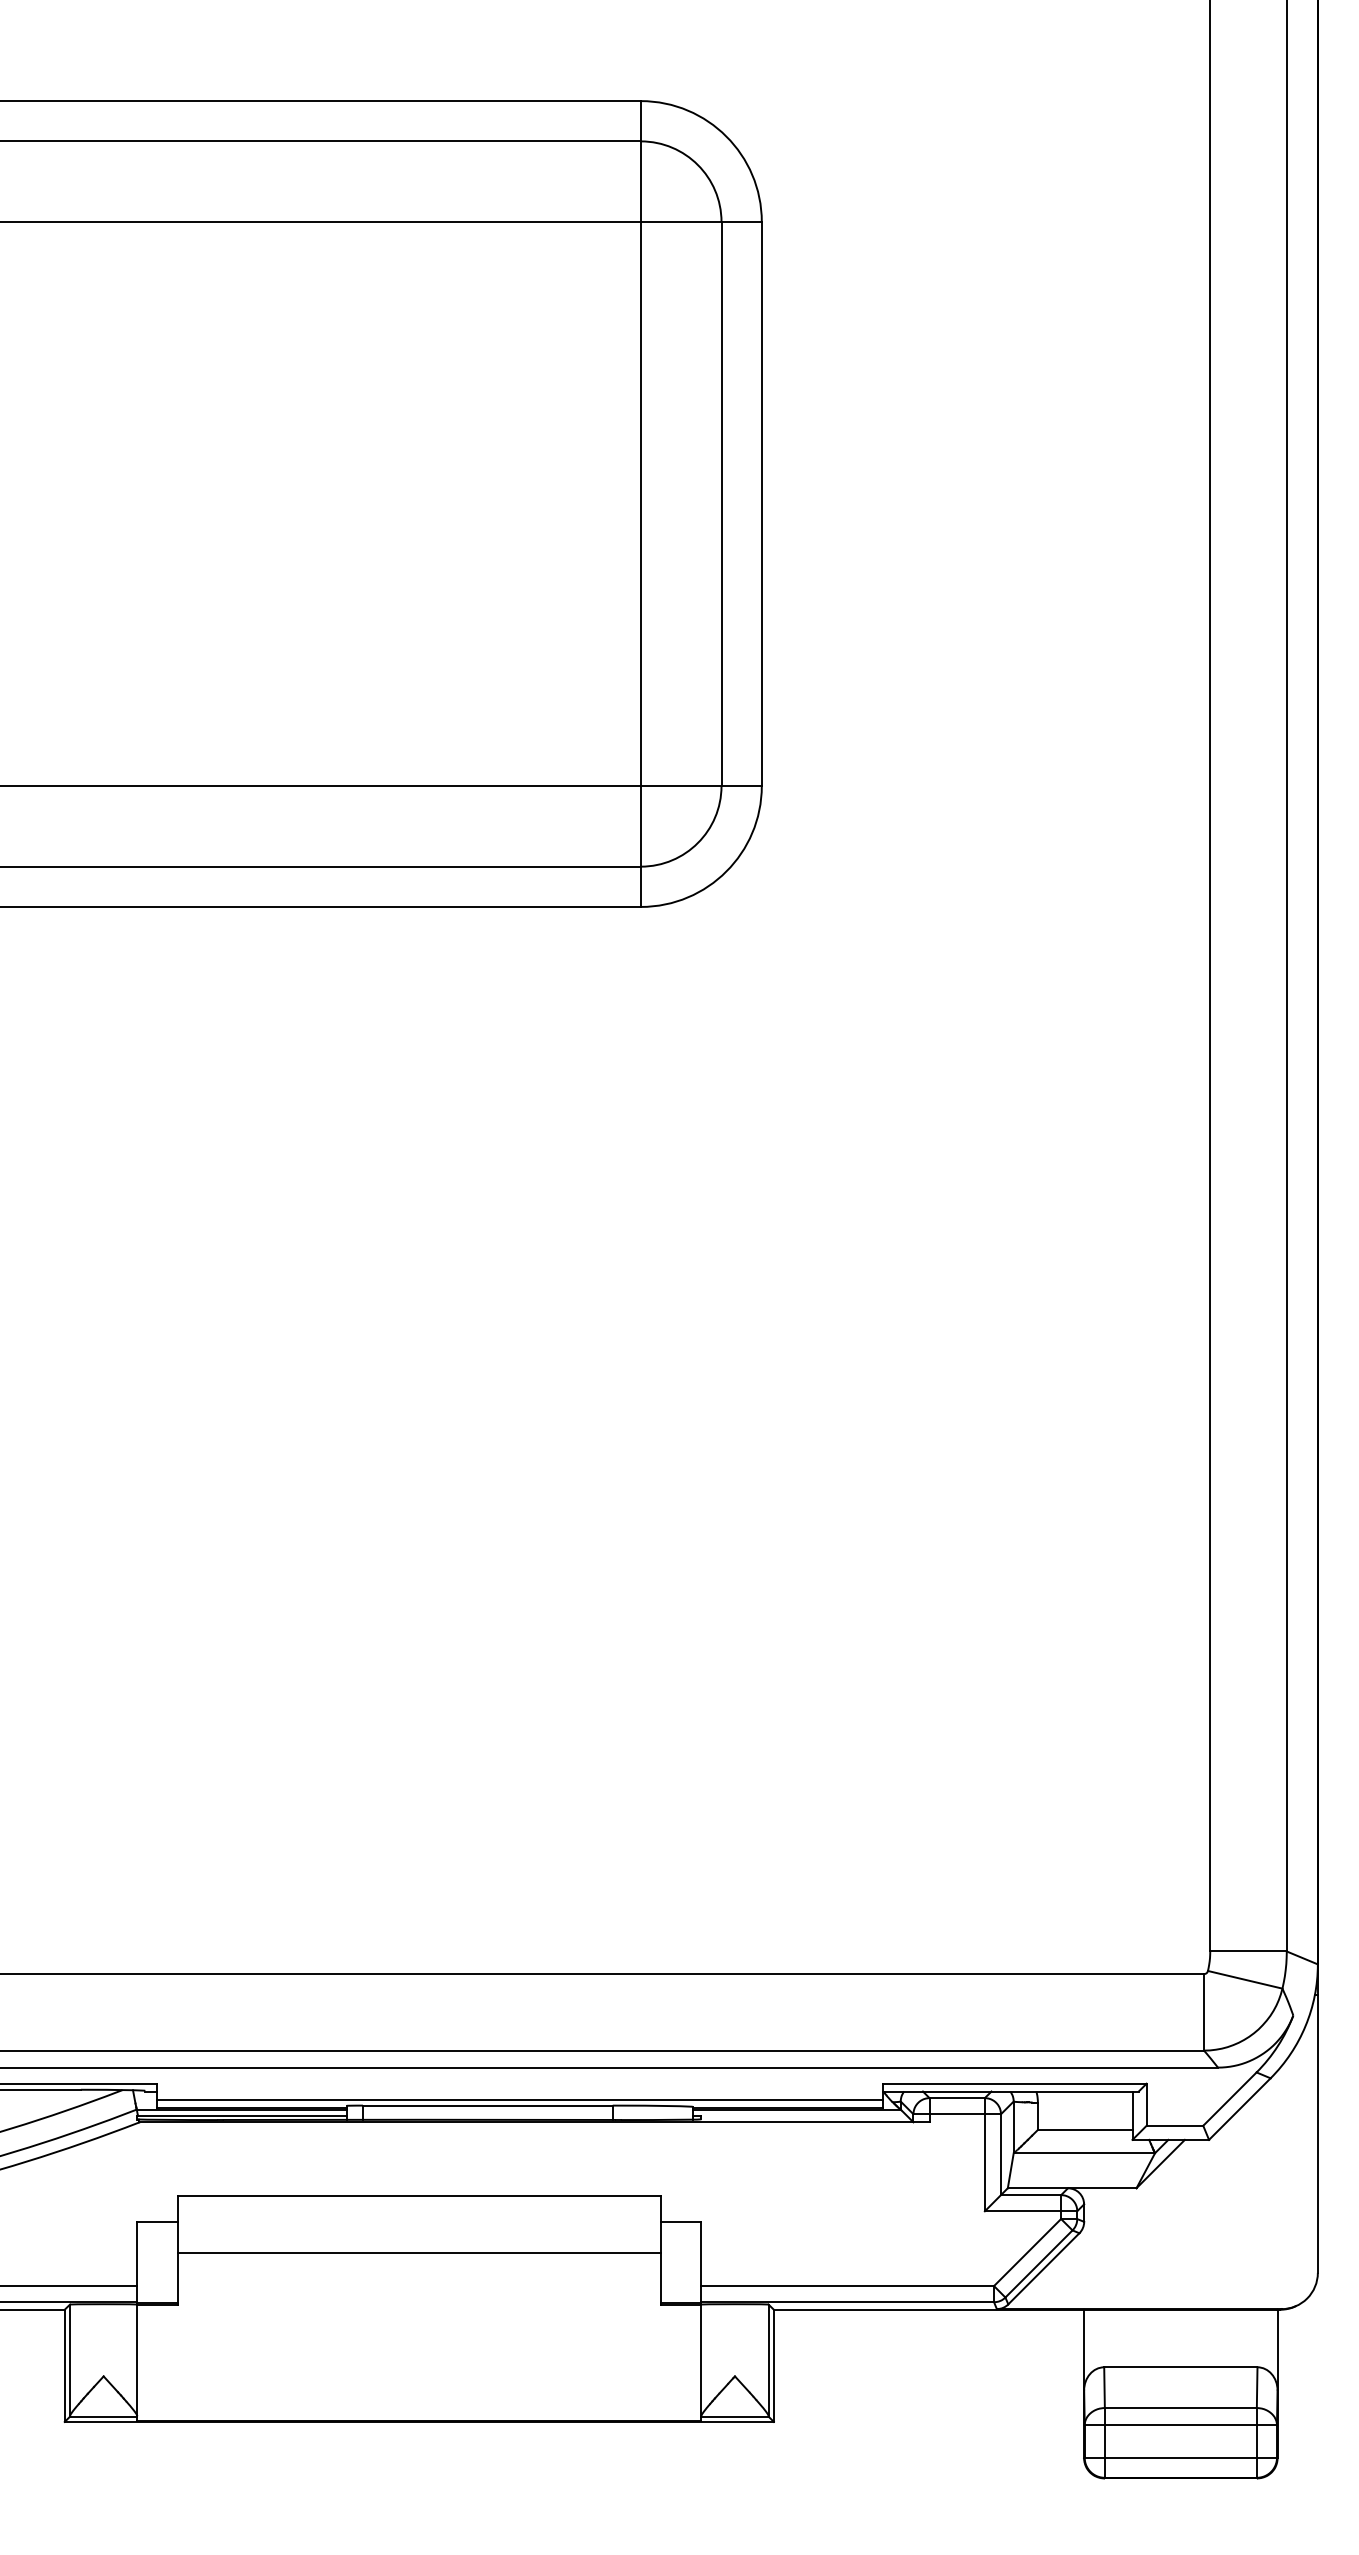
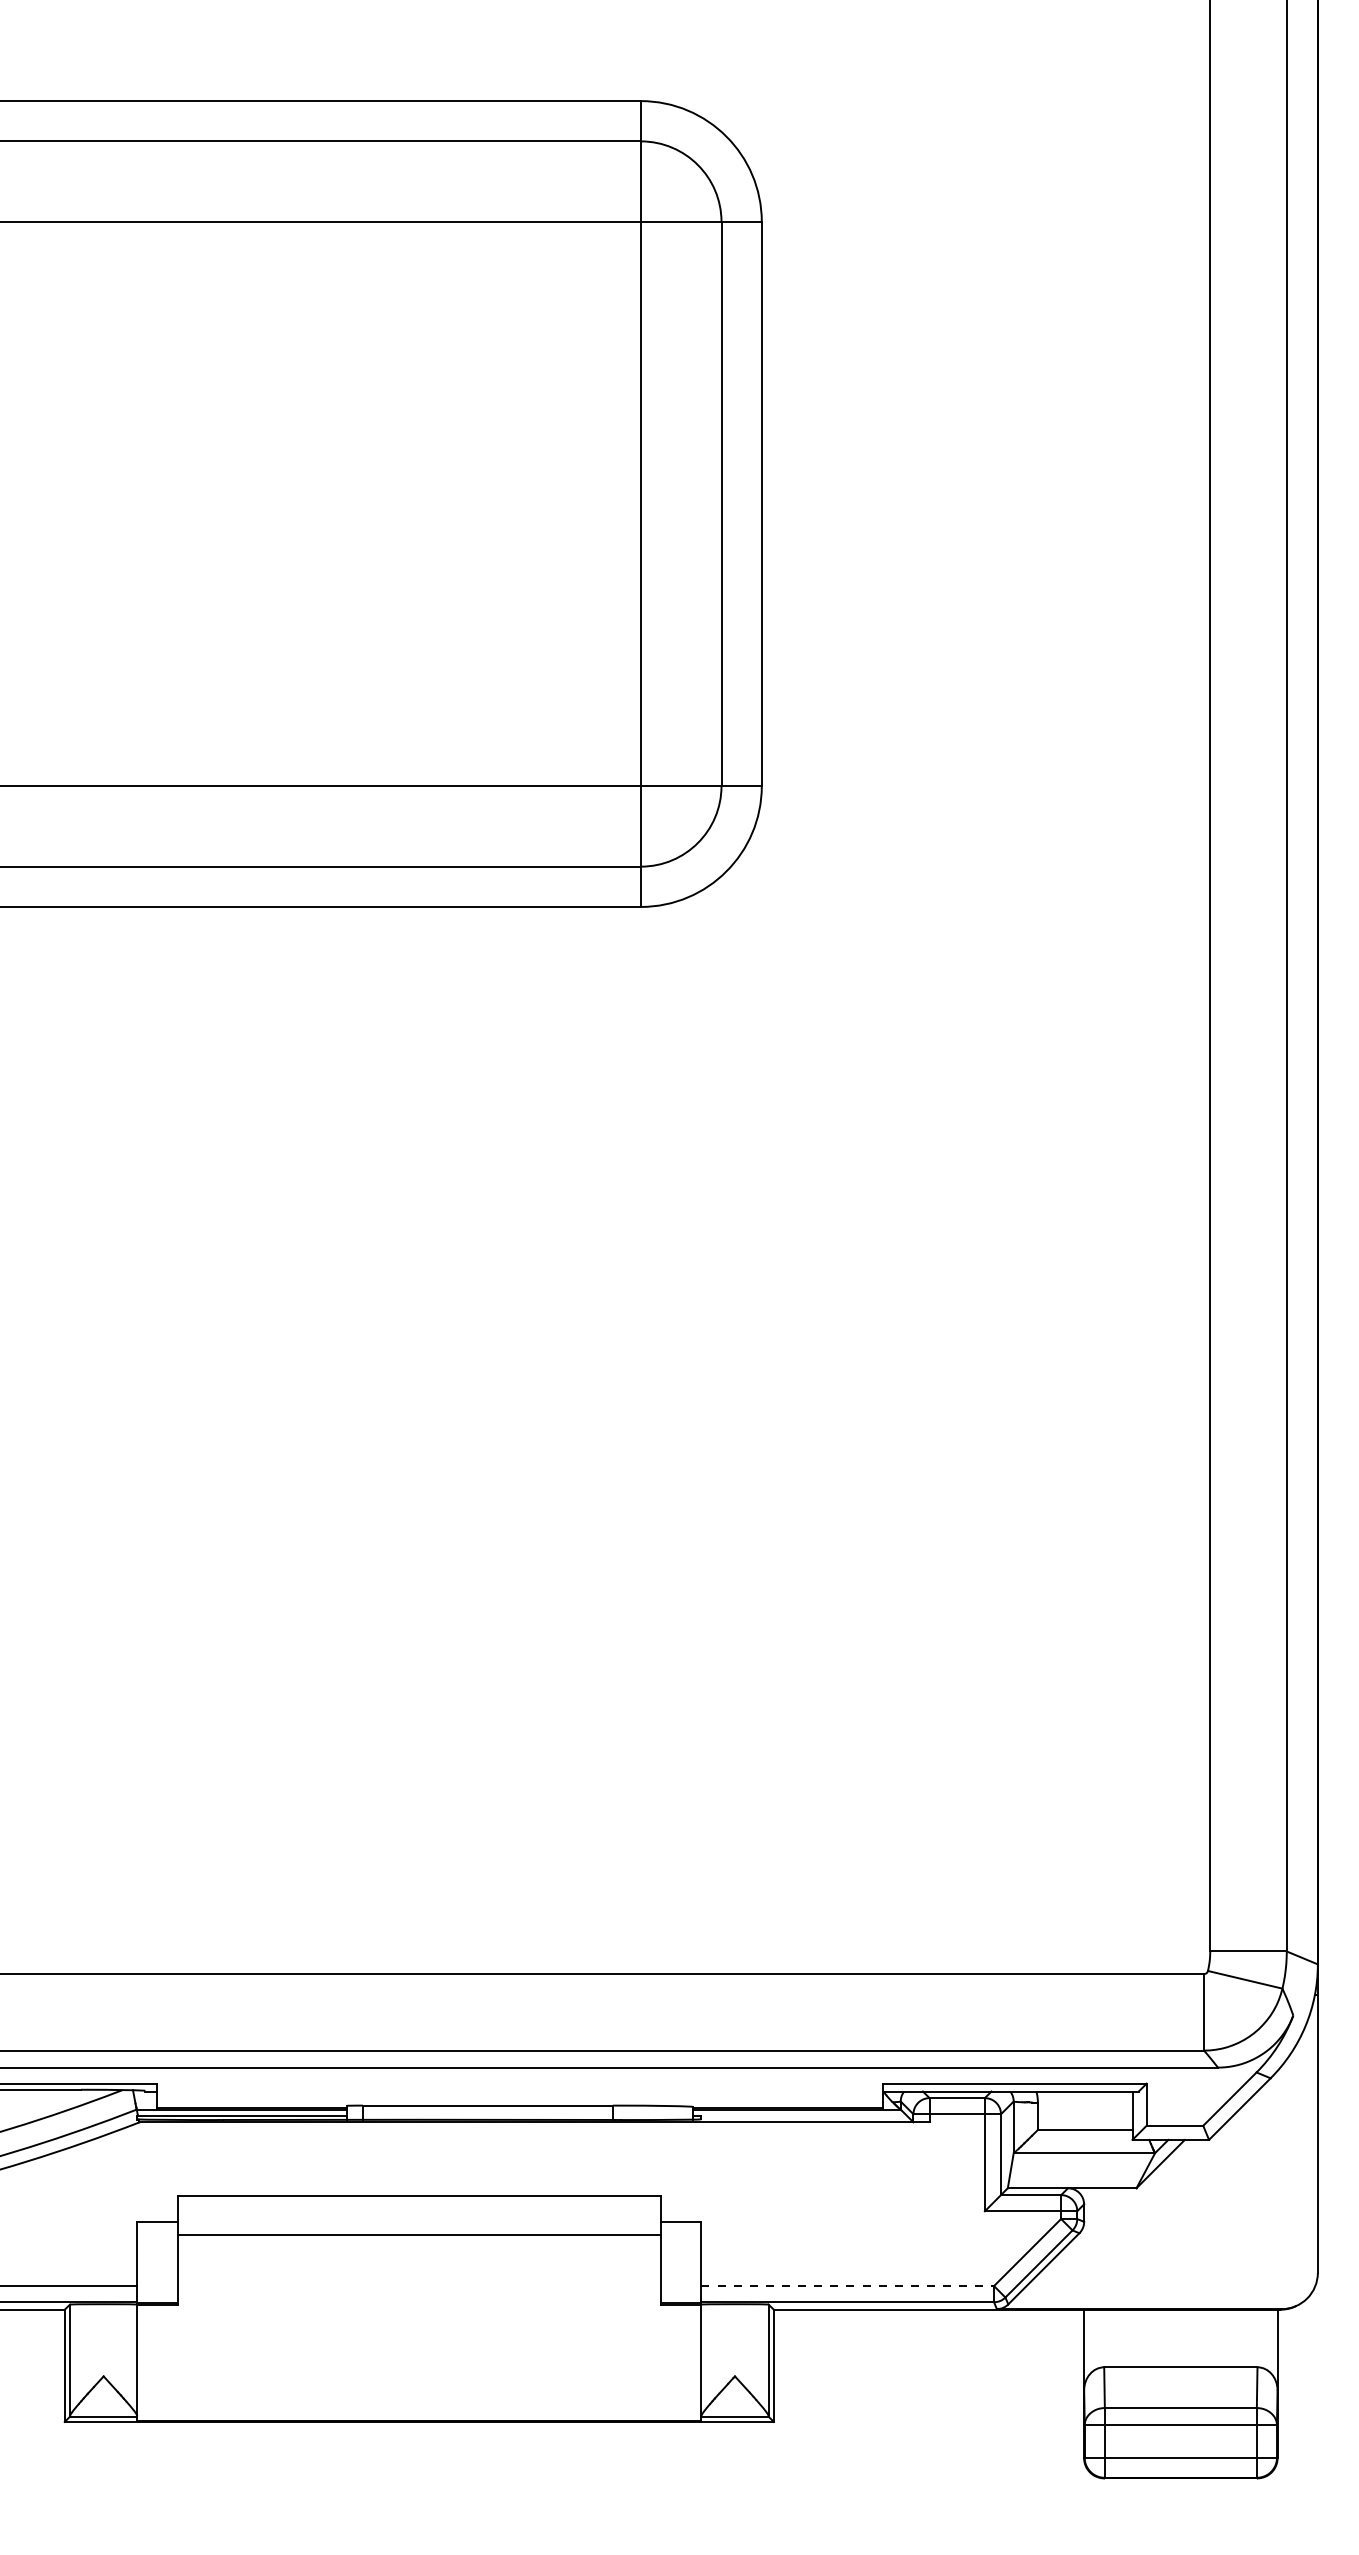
line at (519, 2099): present -> none
line at (419, 2252) position: (419, 2252) -> (419, 2234)
line at (848, 2286): solid -> dashed
